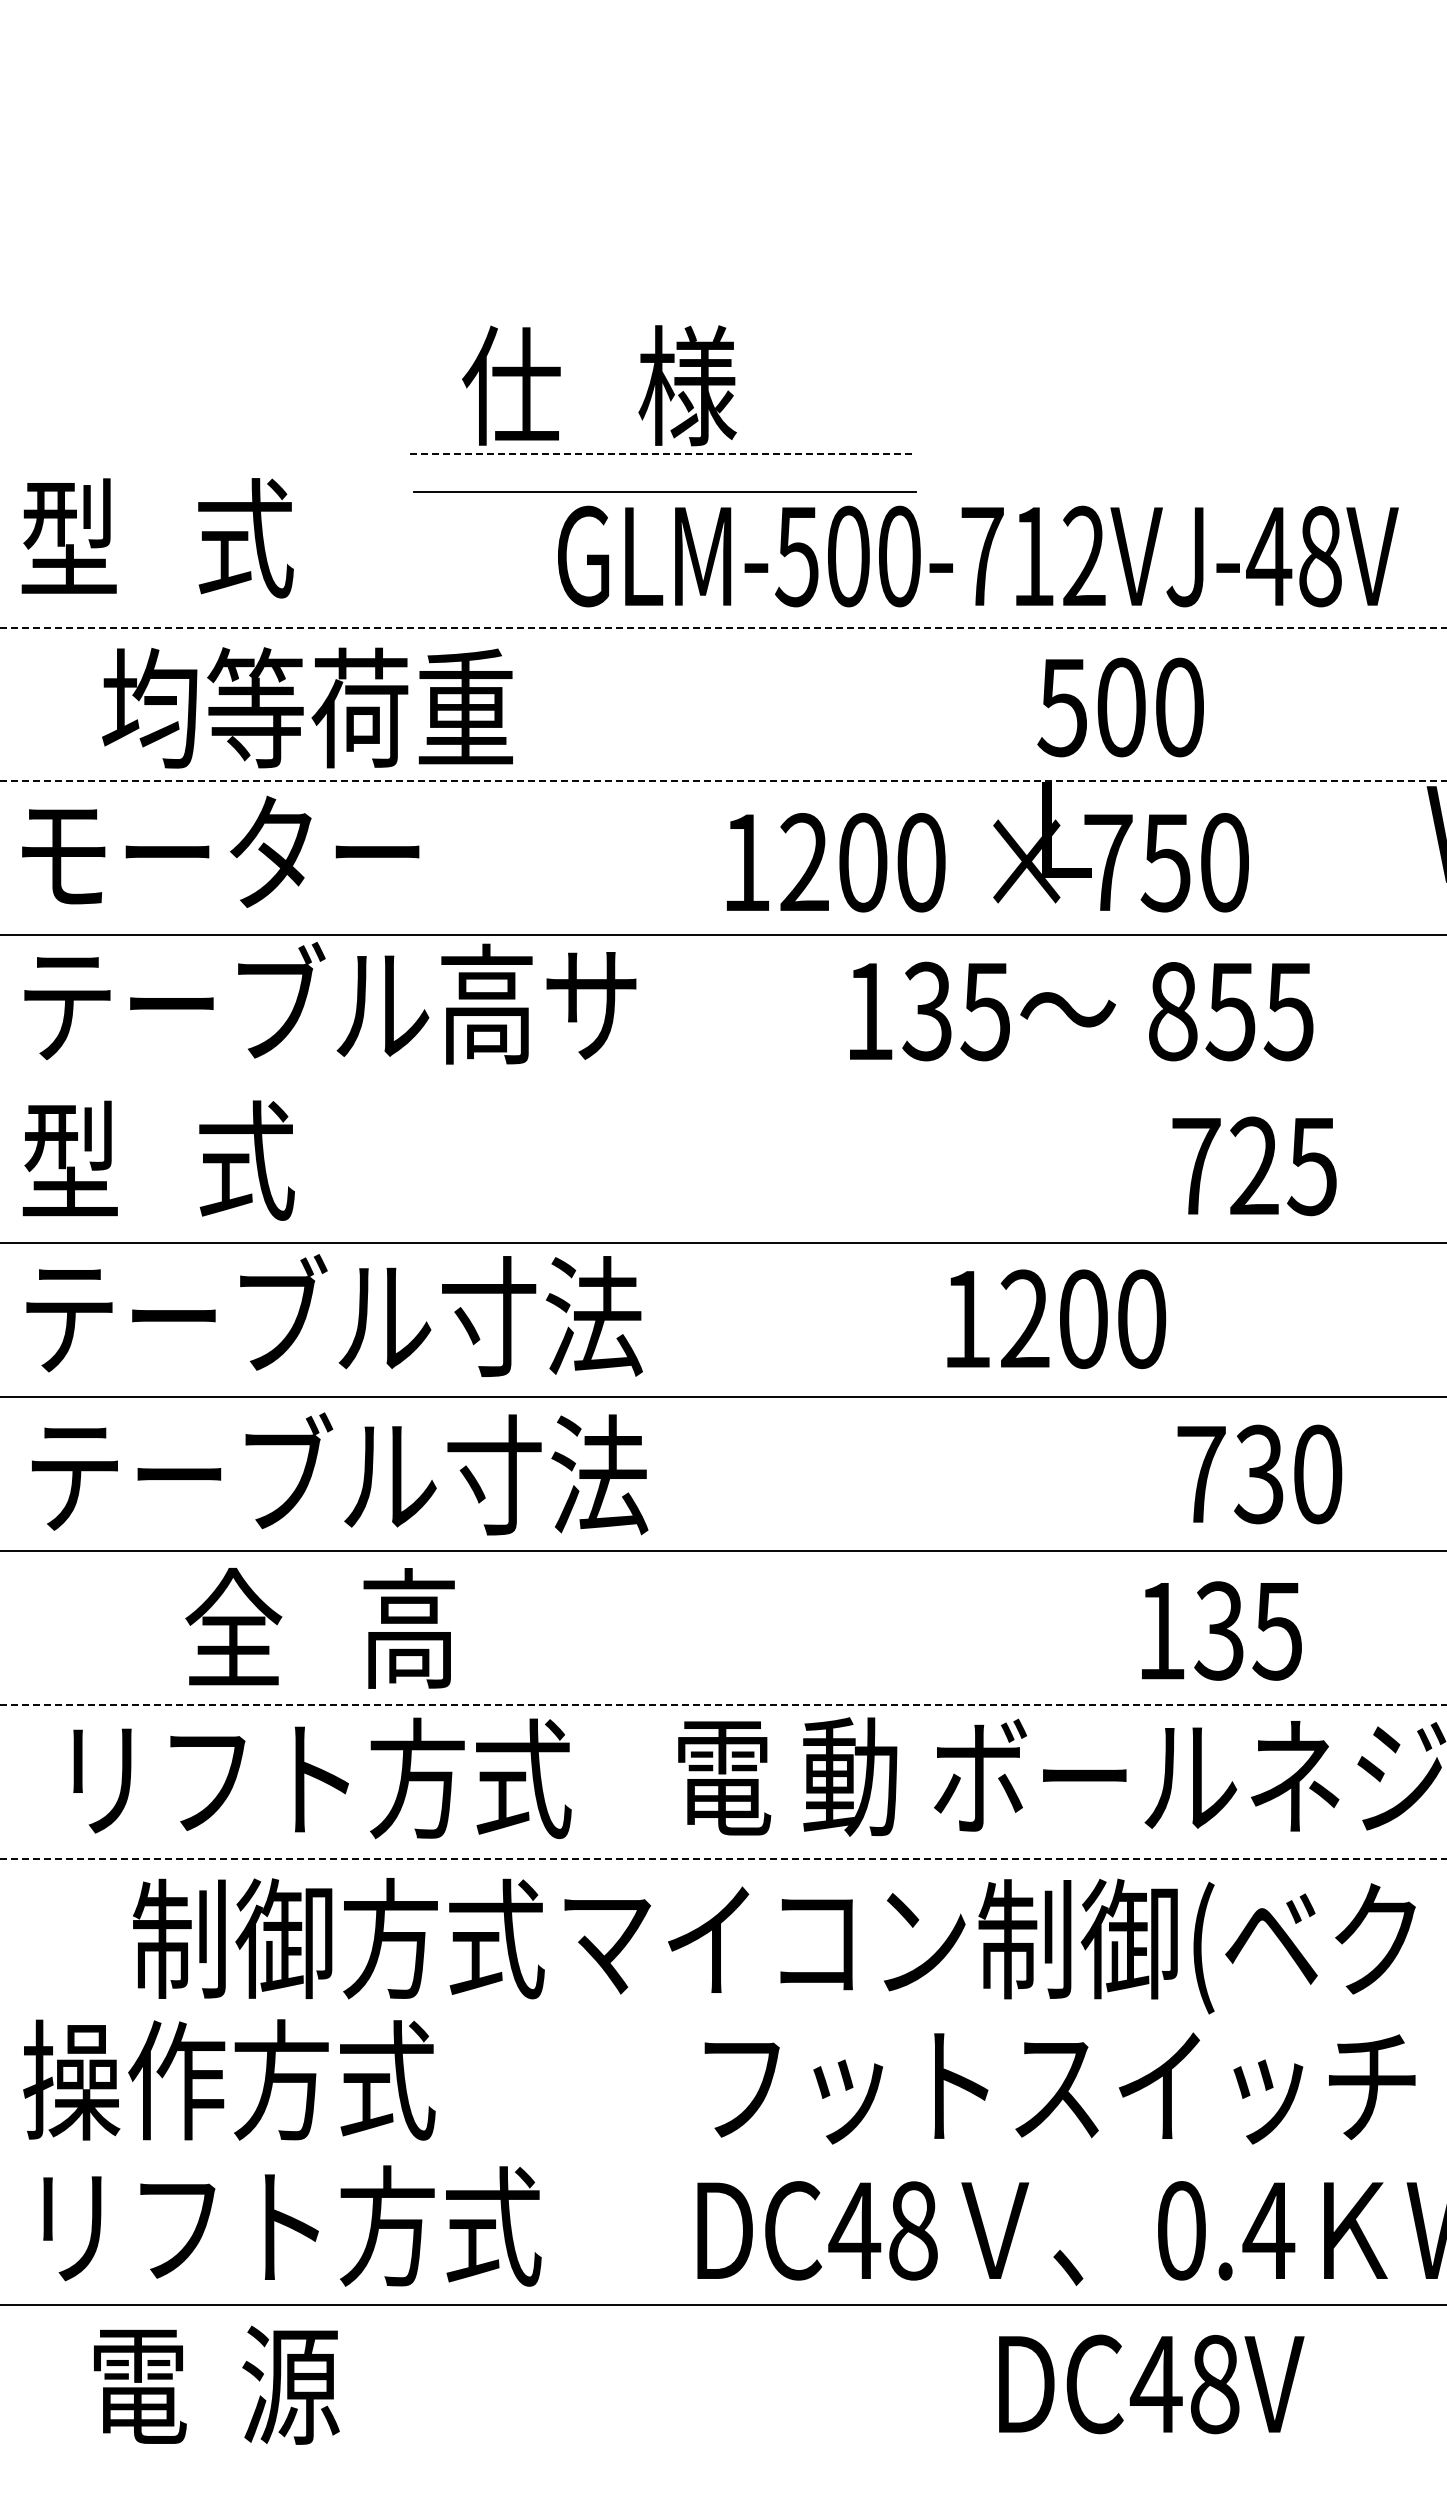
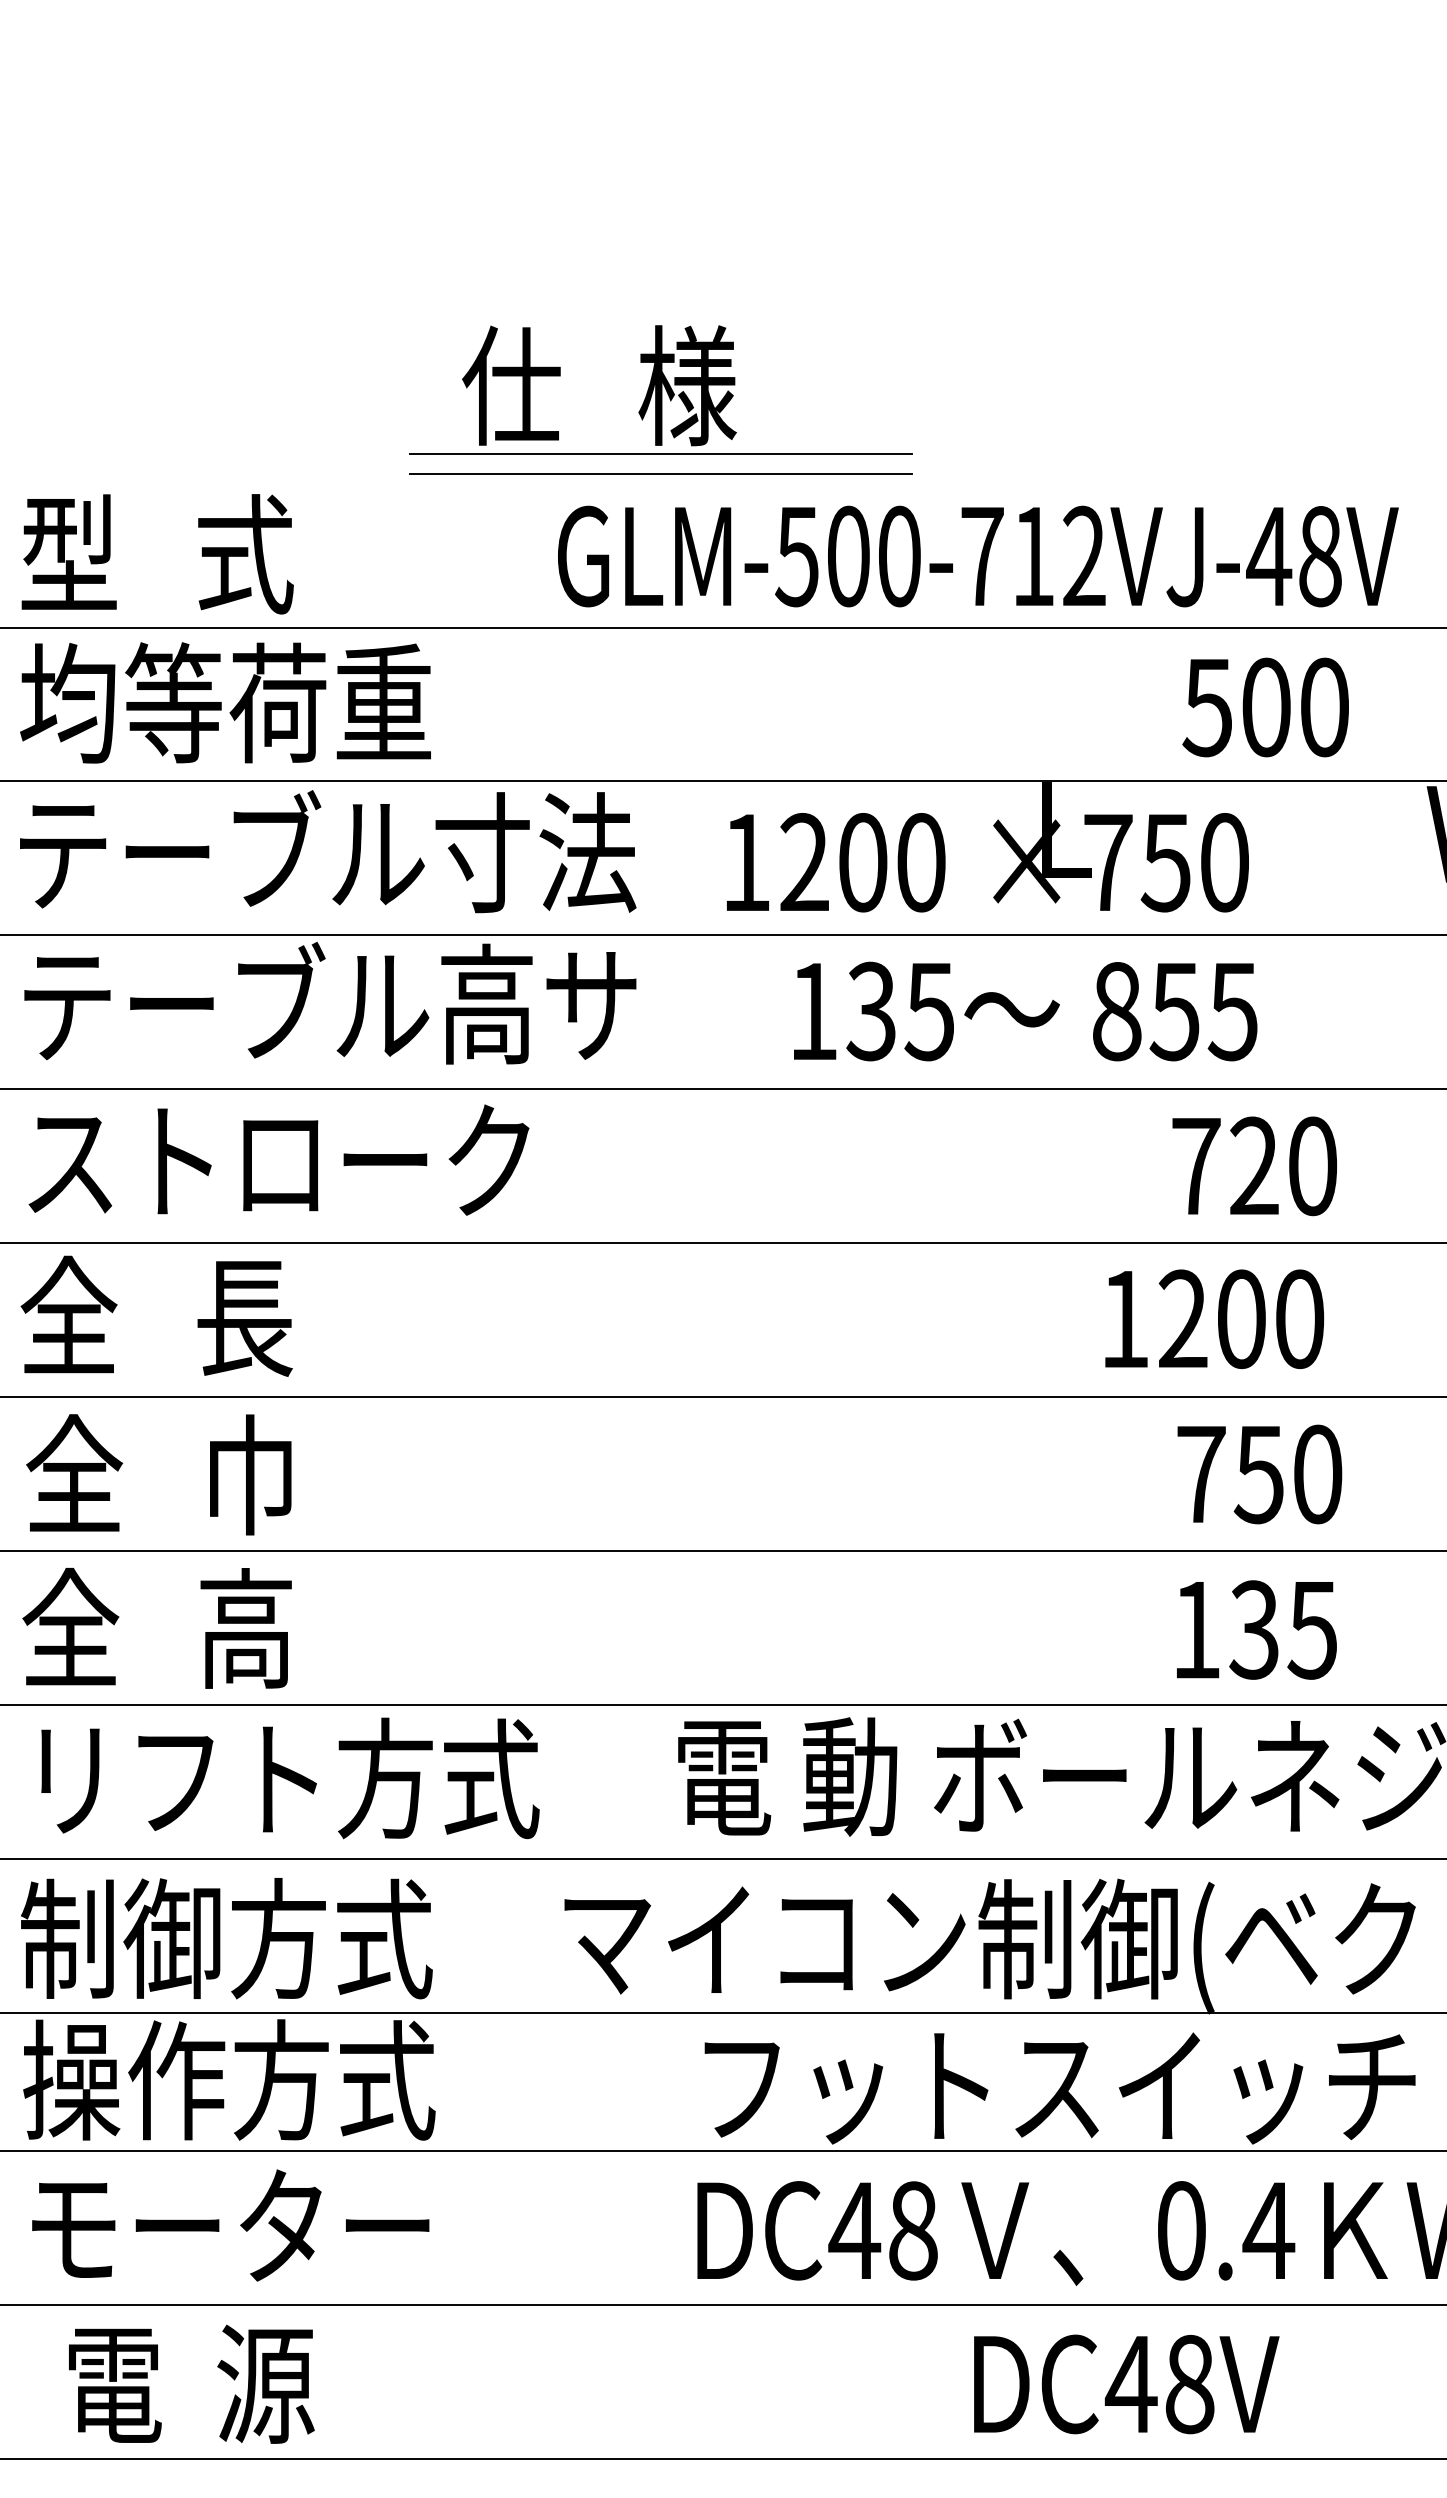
line at (661, 454): dashed -> solid
line at (664, 491) position: (664, 491) -> (660, 473)
text at (157, 538) position: (157, 538) -> (157, 554)
line at (723, 627): dashed -> solid
text at (307, 707) position: (307, 707) -> (225, 702)
text at (1120, 707) position: (1120, 707) -> (1265, 707)
line at (723, 781): dashed -> solid
text at (328, 851): モーター -> テーブル寸法
text at (1081, 1011) position: (1081, 1011) -> (1025, 1011)
line at (722, 1089): none -> present
text at (275, 1160): 型   式 -> ストローク
text at (1312, 1166): 725 -> 720
text at (331, 1315): テーブル寸法 -> 全   長
text at (1056, 1318) position: (1056, 1318) -> (1214, 1318)
text at (337, 1473): テーブル寸法 -> 全   巾
text at (1258, 1473): 730 -> 750
text at (319, 1628) position: (319, 1628) -> (156, 1628)
text at (1221, 1630) position: (1221, 1630) -> (1256, 1629)
line at (723, 1705): dashed -> solid
text at (322, 1778) position: (322, 1778) -> (290, 1778)
line at (723, 1859): dashed -> solid
text at (338, 1938) position: (338, 1938) -> (226, 1938)
line at (722, 2013): none -> present
line at (722, 2151): none -> present
text at (286, 2225): リフト方式 -> モーター
text at (216, 2384) position: (216, 2384) -> (191, 2383)
text at (1151, 2384) position: (1151, 2384) -> (1126, 2384)
line at (722, 2459): none -> present
